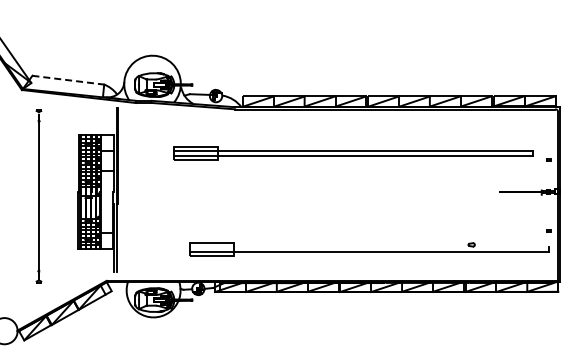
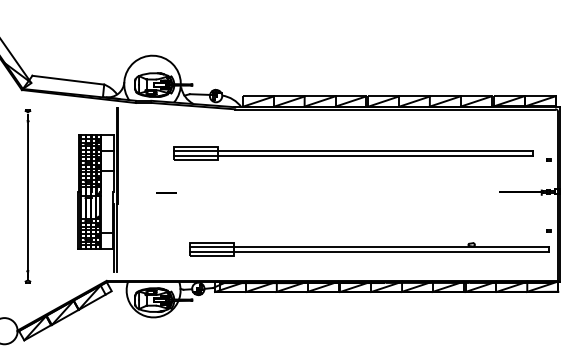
line at (68, 80): dashed -> solid
line at (166, 192): none -> present
part at (38, 196) position: (38, 196) -> (27, 196)
line at (369, 247): none -> present
